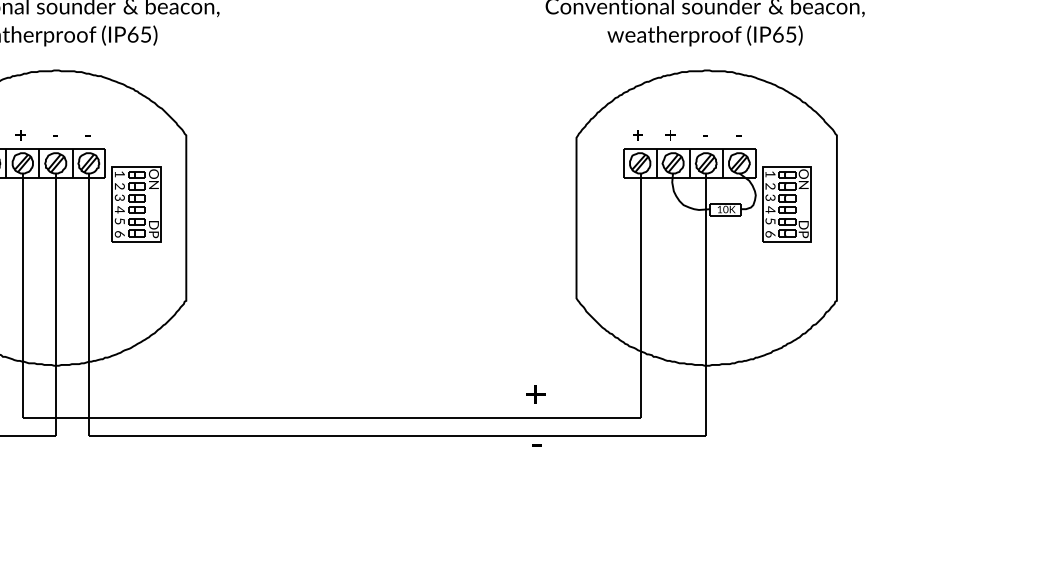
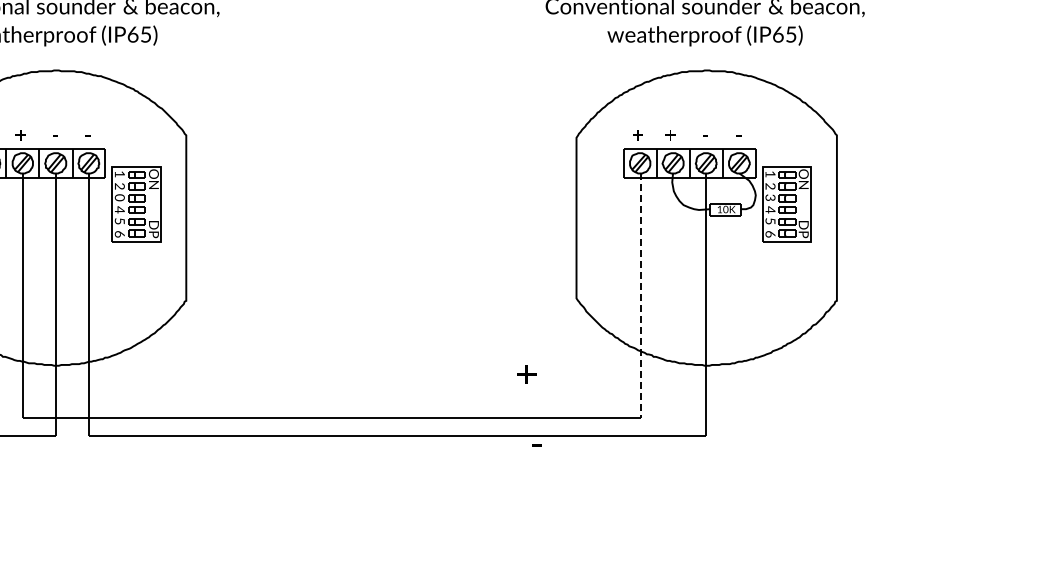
text at (119, 197): 3 -> 0
line at (640, 296): solid -> dashed
text at (535, 394) position: (535, 394) -> (526, 374)
